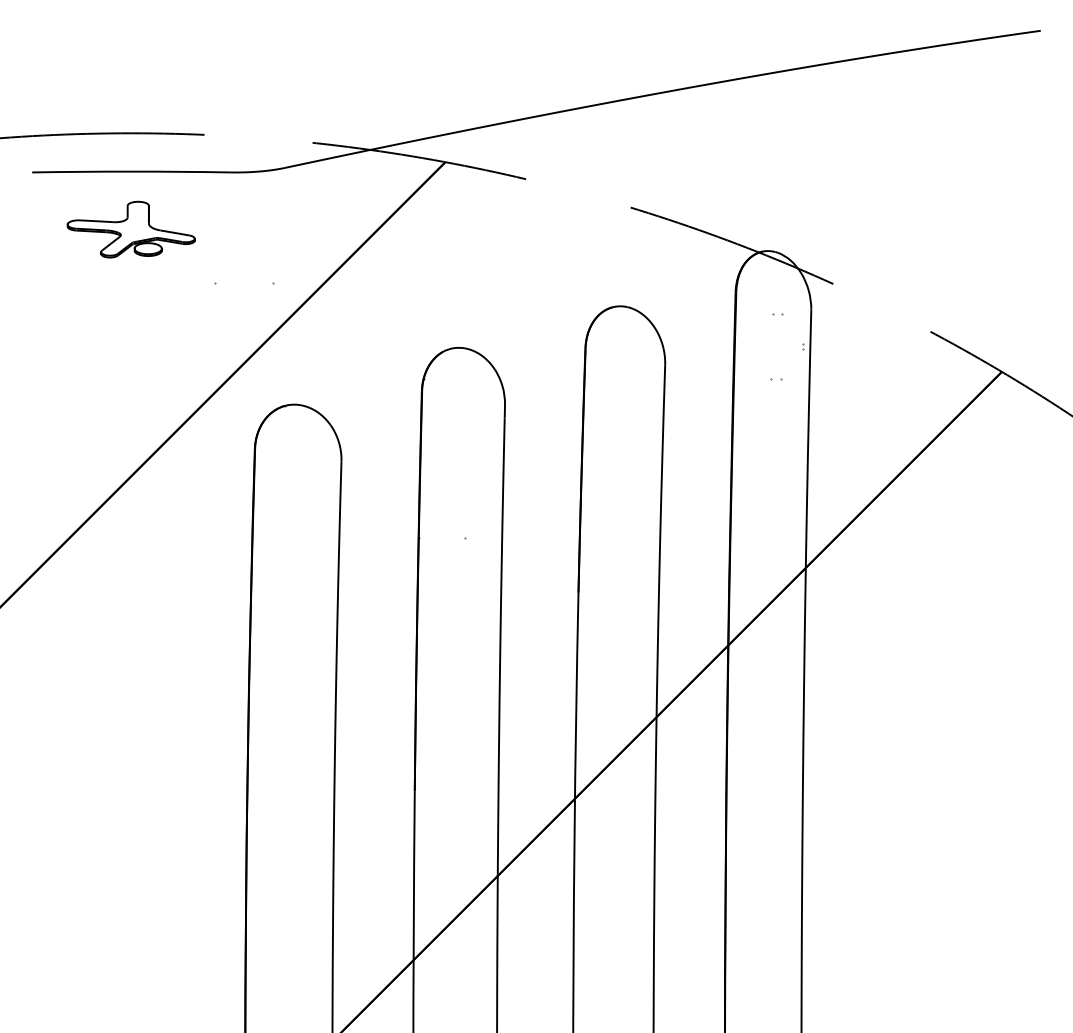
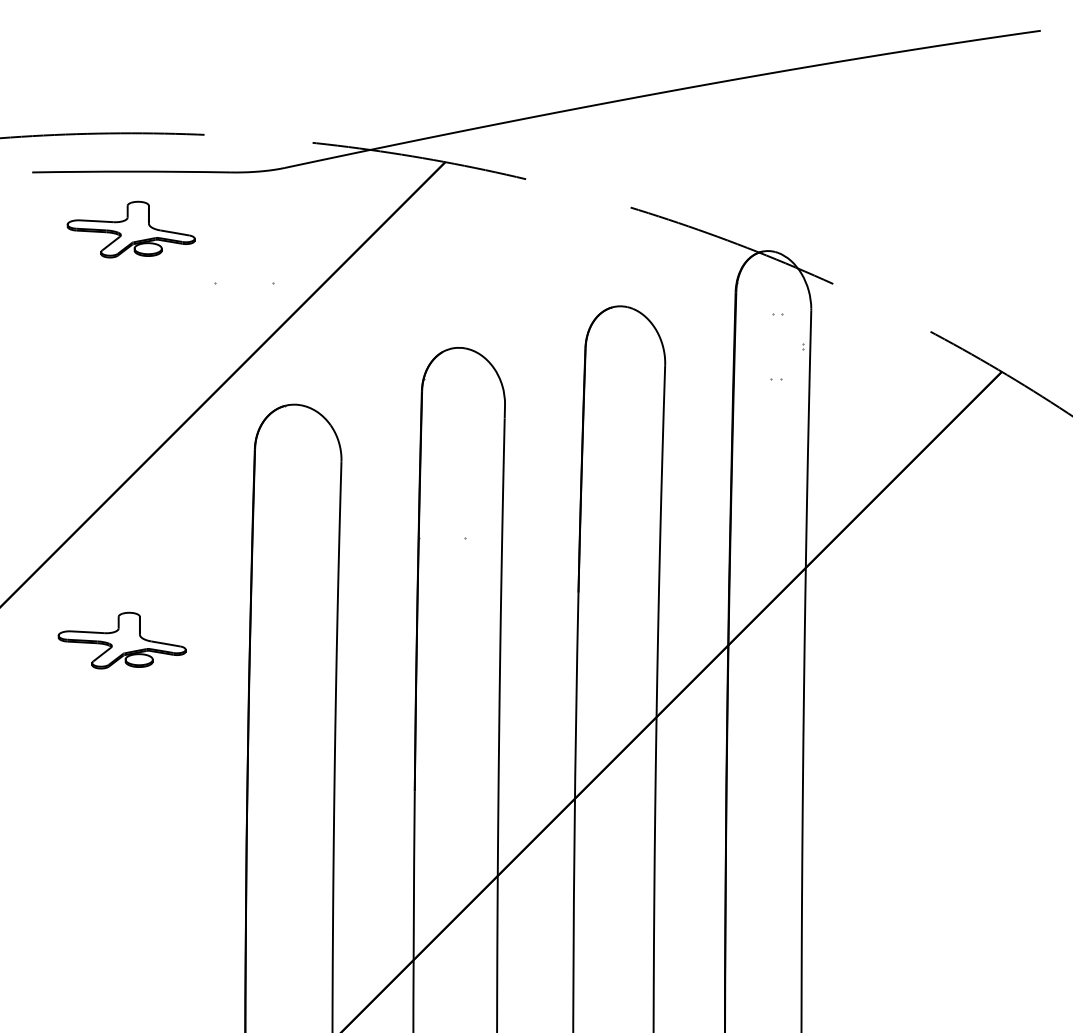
part at (121, 640): none -> present
